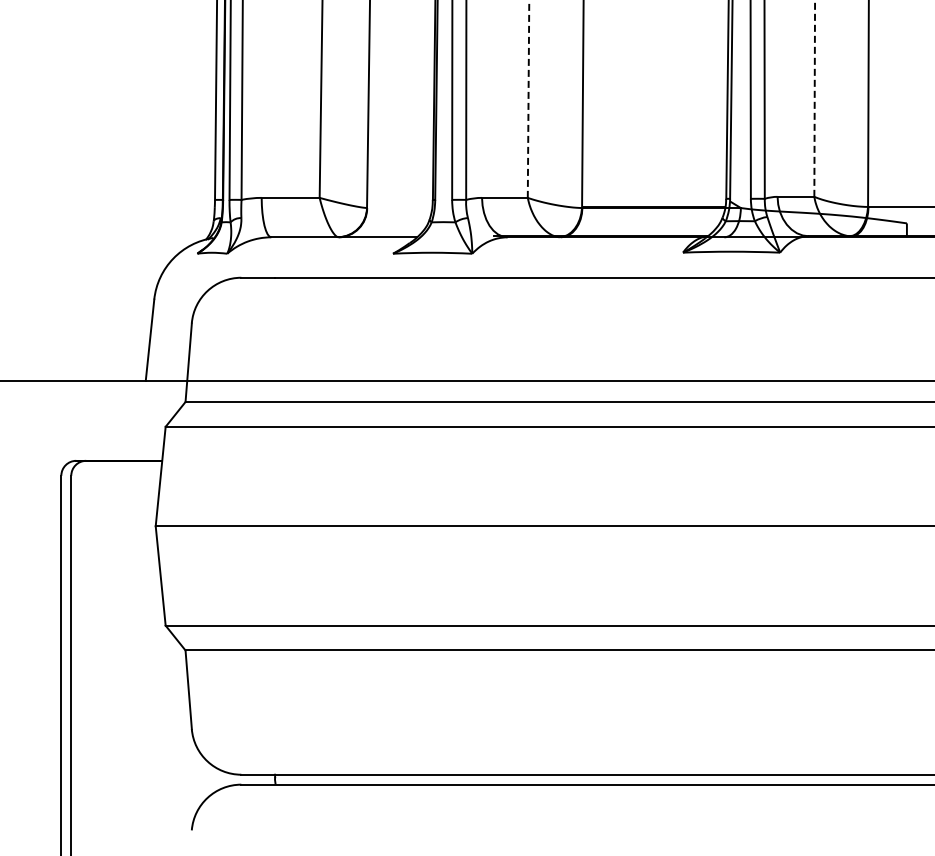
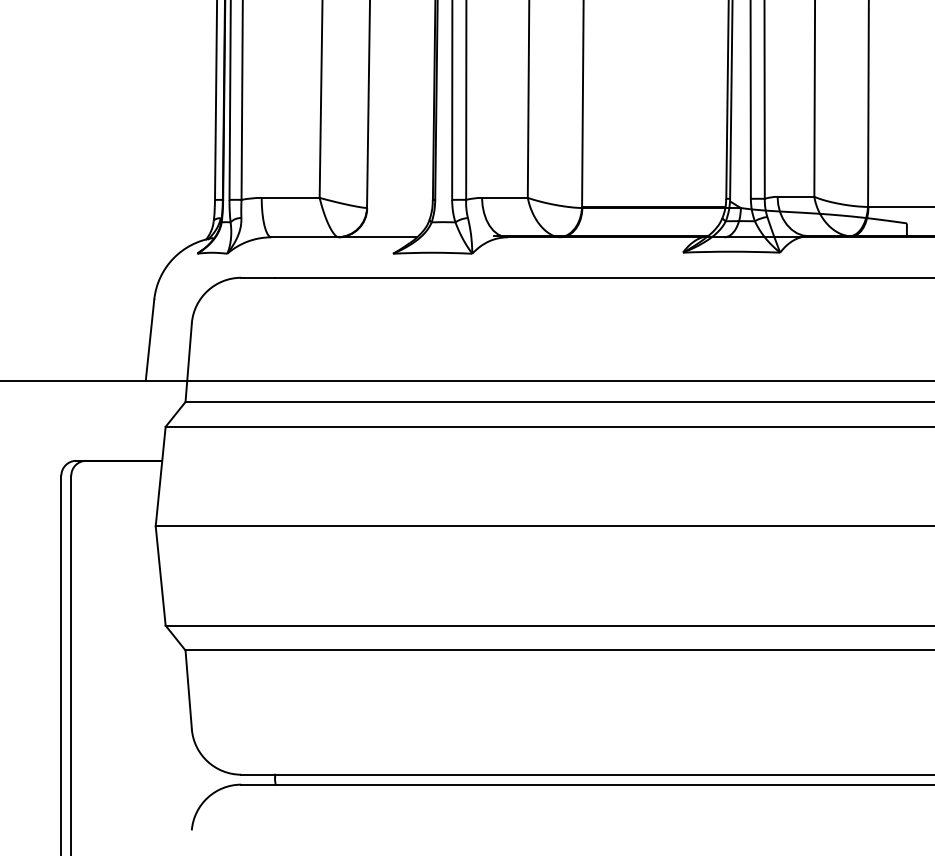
line at (528, 98): dashed -> solid
line at (814, 98): dashed -> solid
